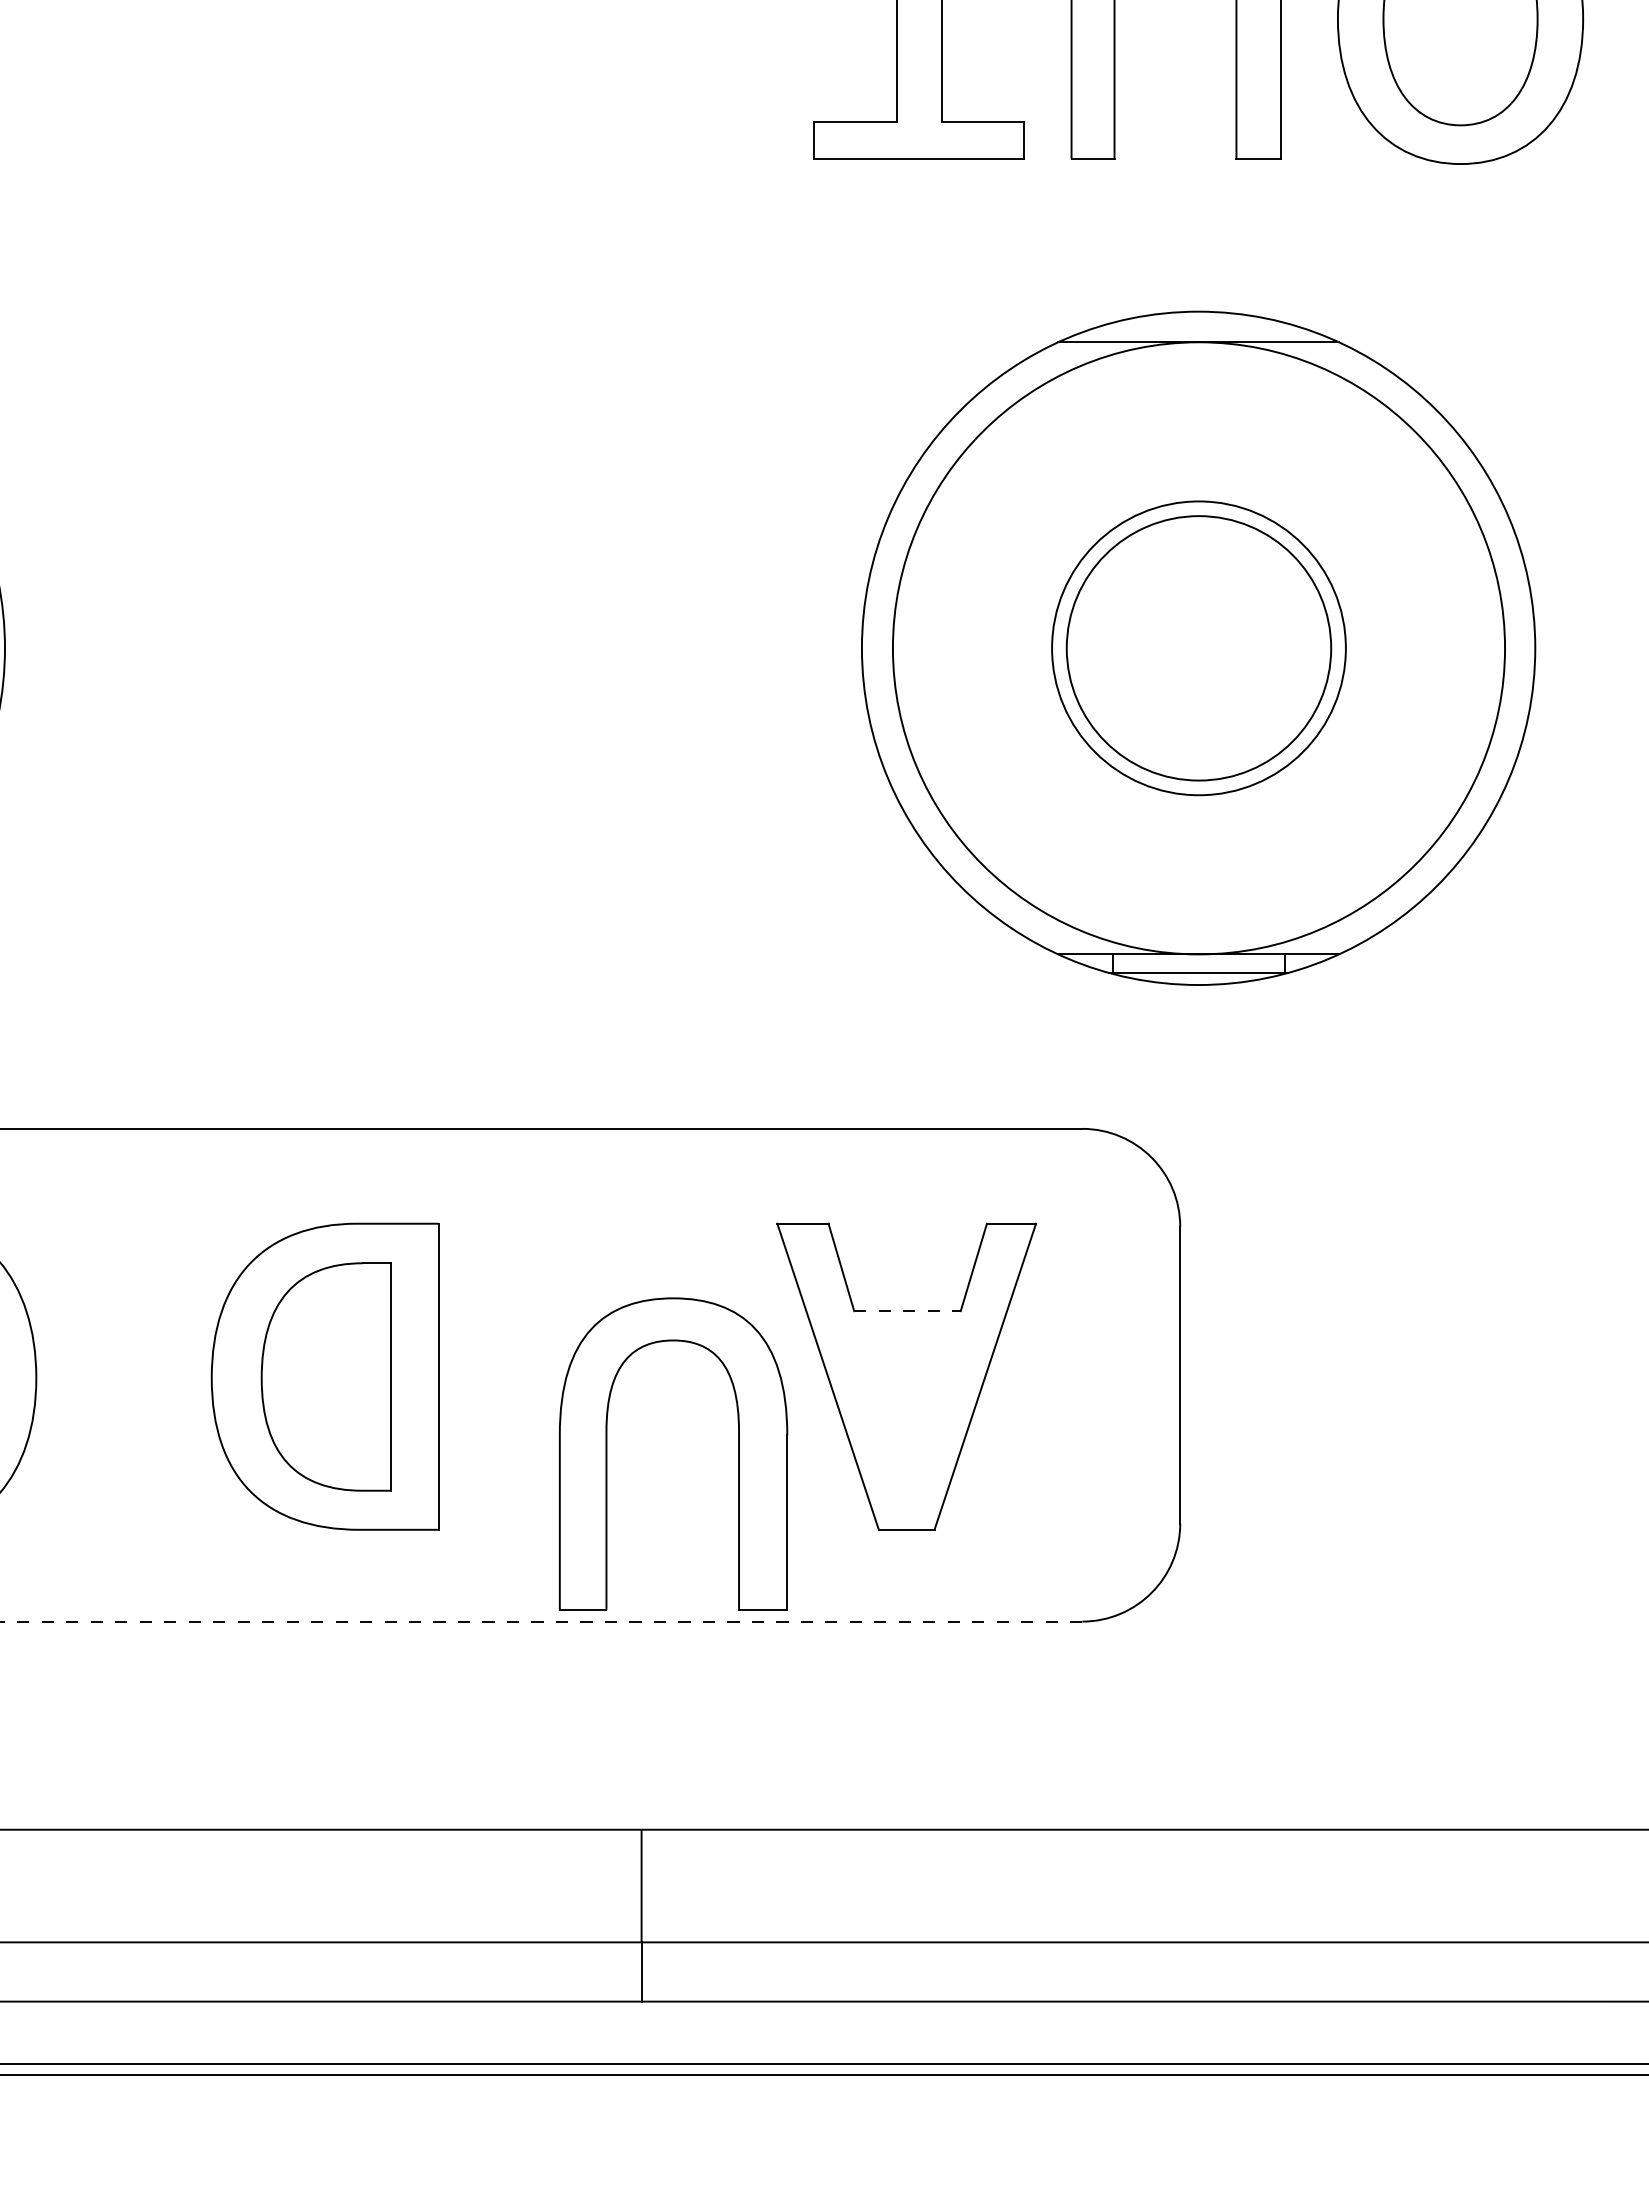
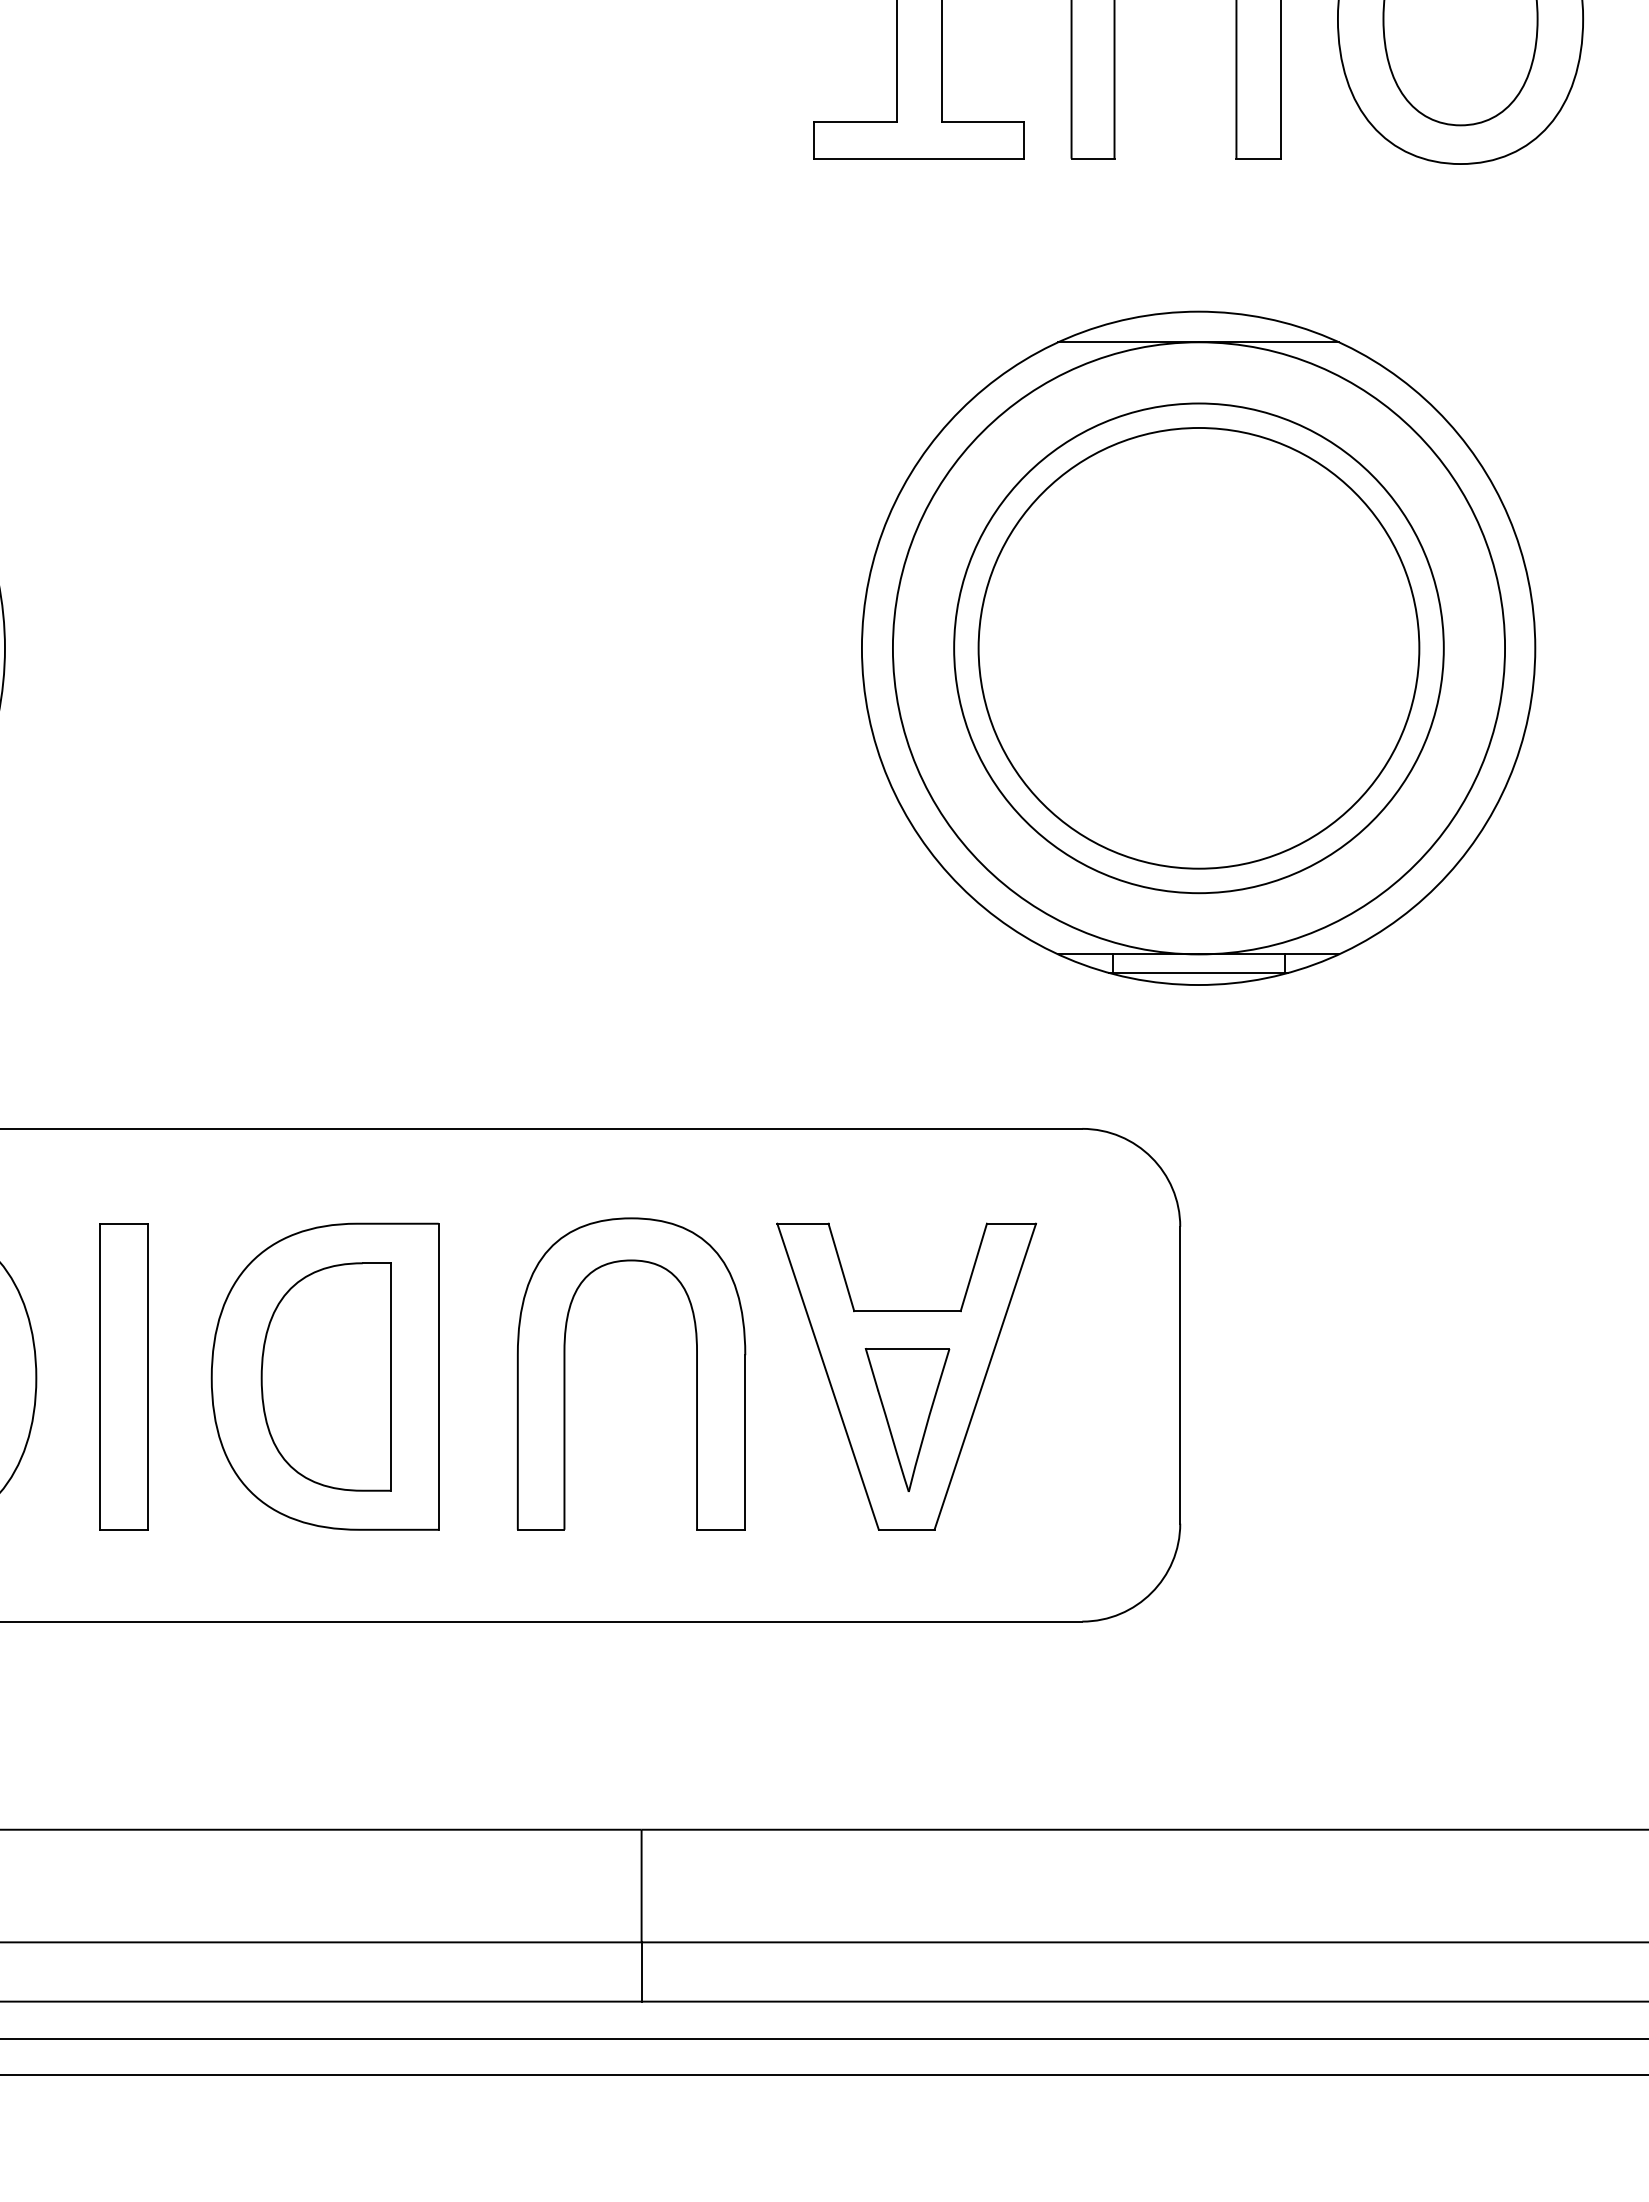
circle at (1198, 648) diameter: 264 px -> 441 px
circle at (1198, 648) diameter: 294 px -> 490 px
line at (907, 1311): dashed -> solid
part at (123, 1376): none -> present
part at (907, 1419): none -> present
part at (738, 1453) position: (738, 1453) -> (696, 1373)
line at (541, 1621): dashed -> solid
line at (823, 2063) position: (823, 2063) -> (823, 2038)
